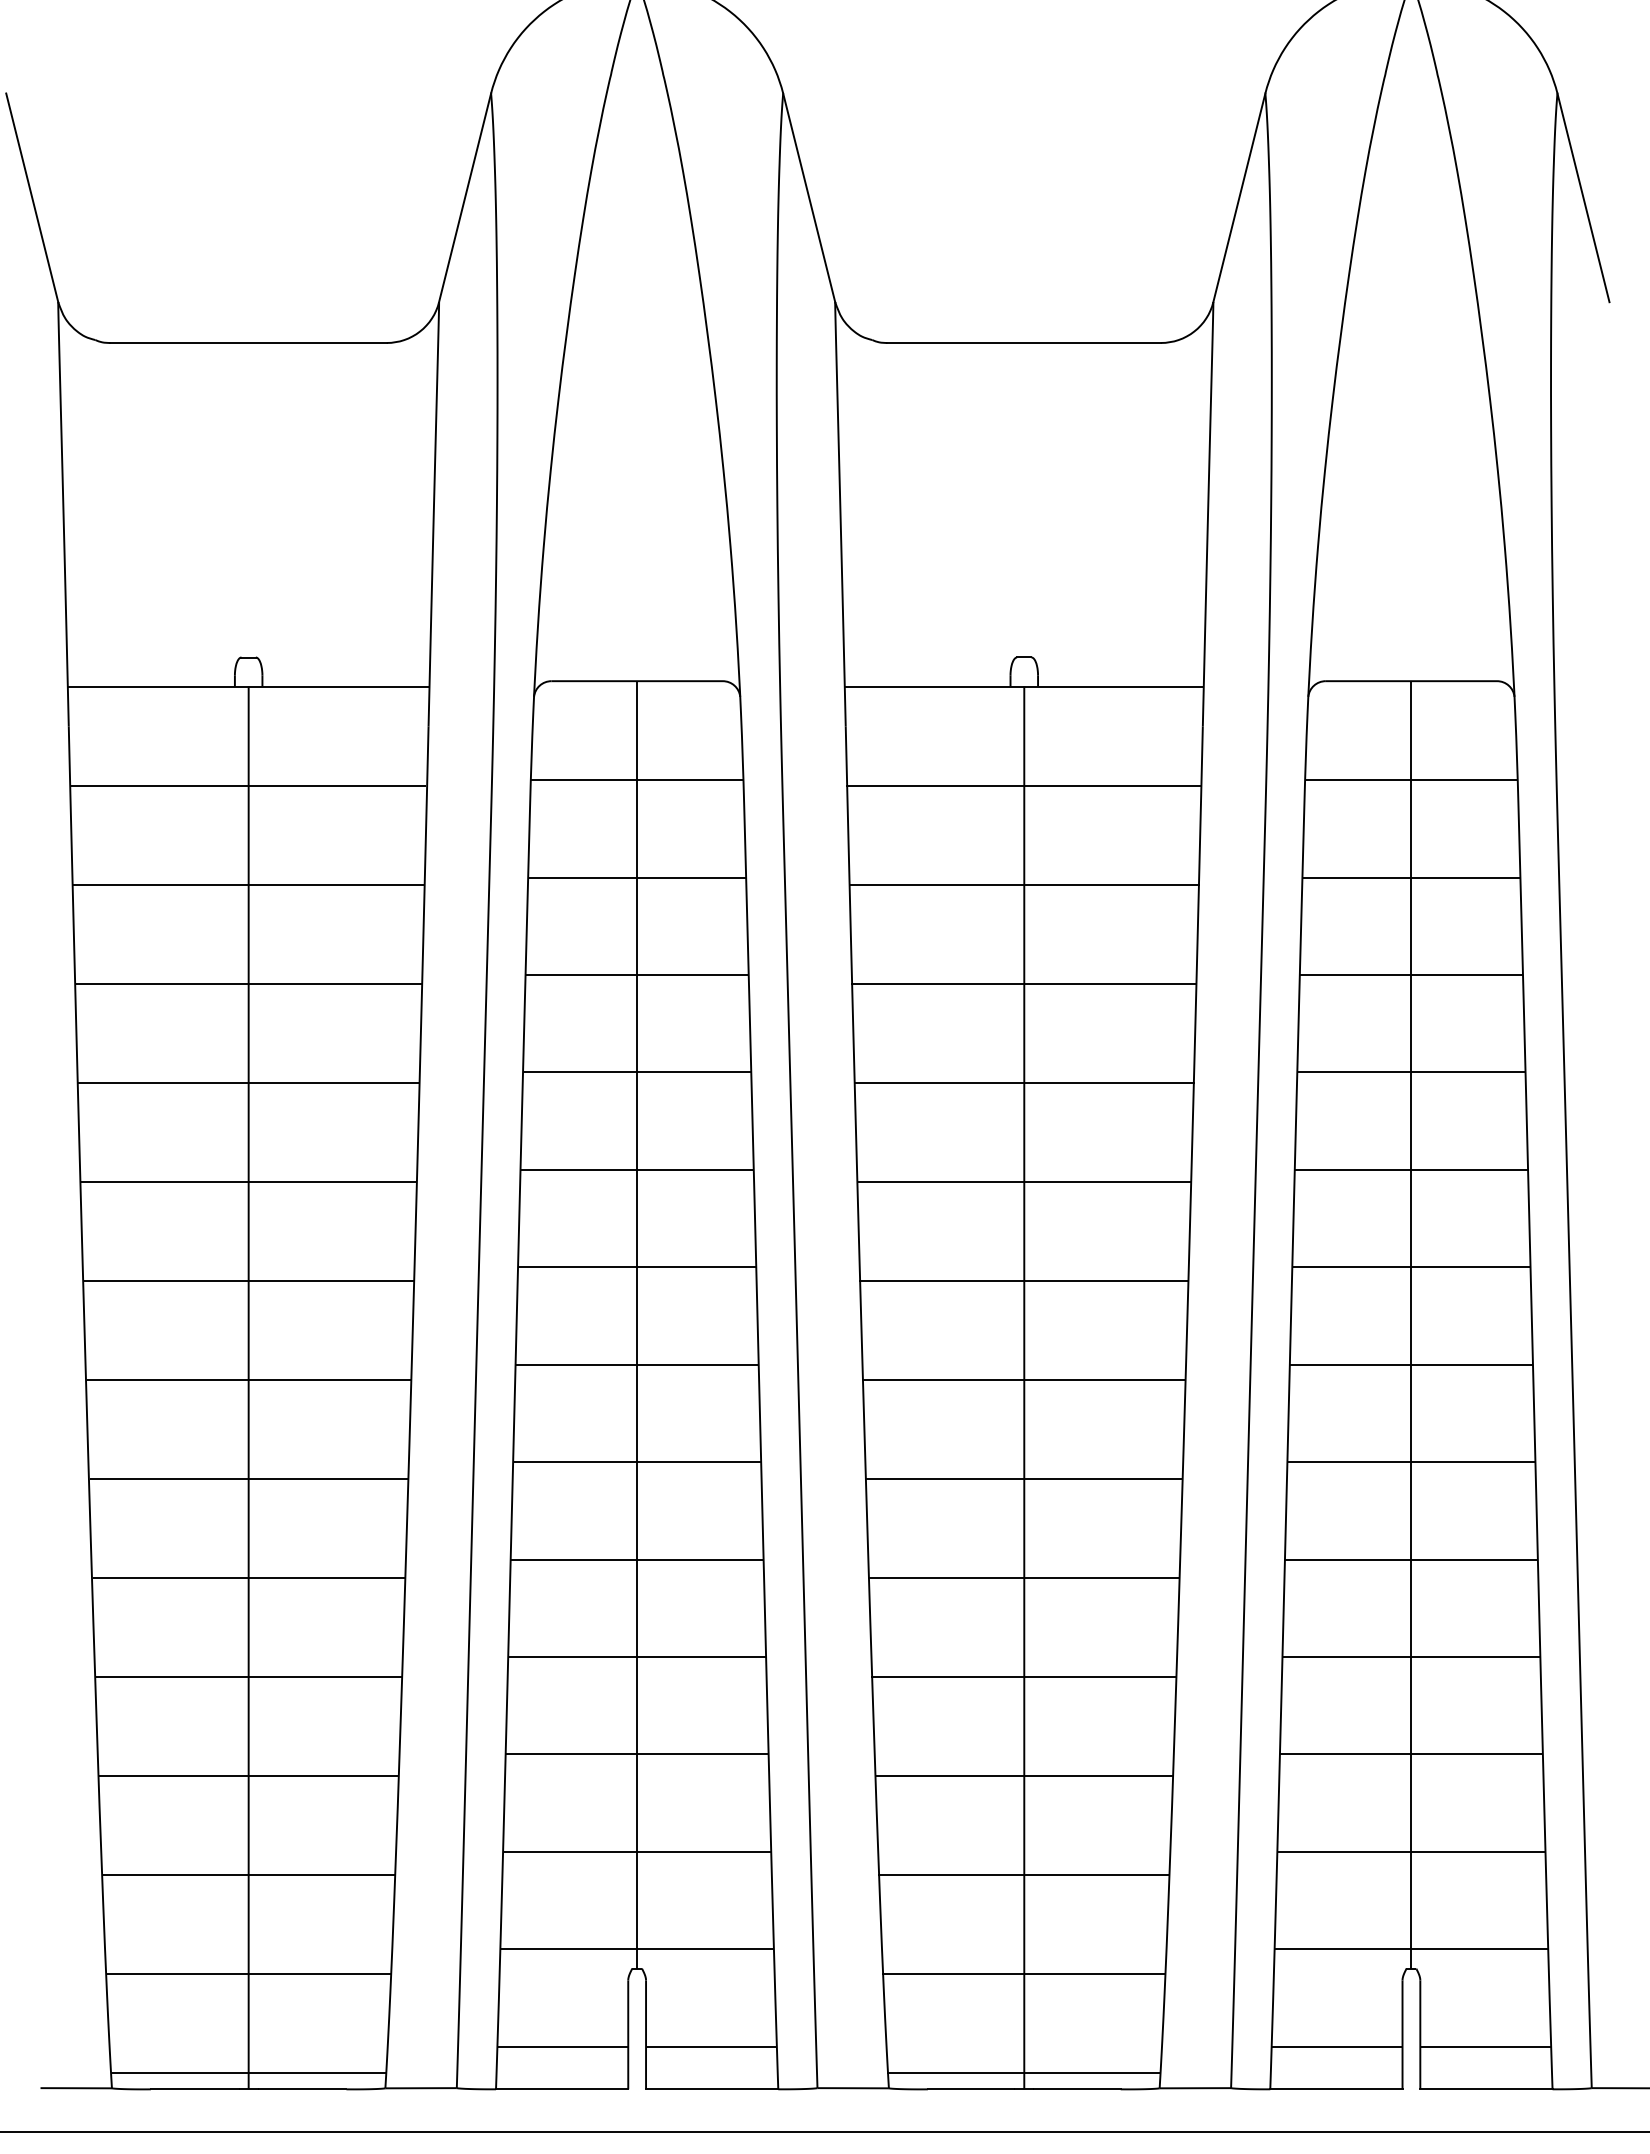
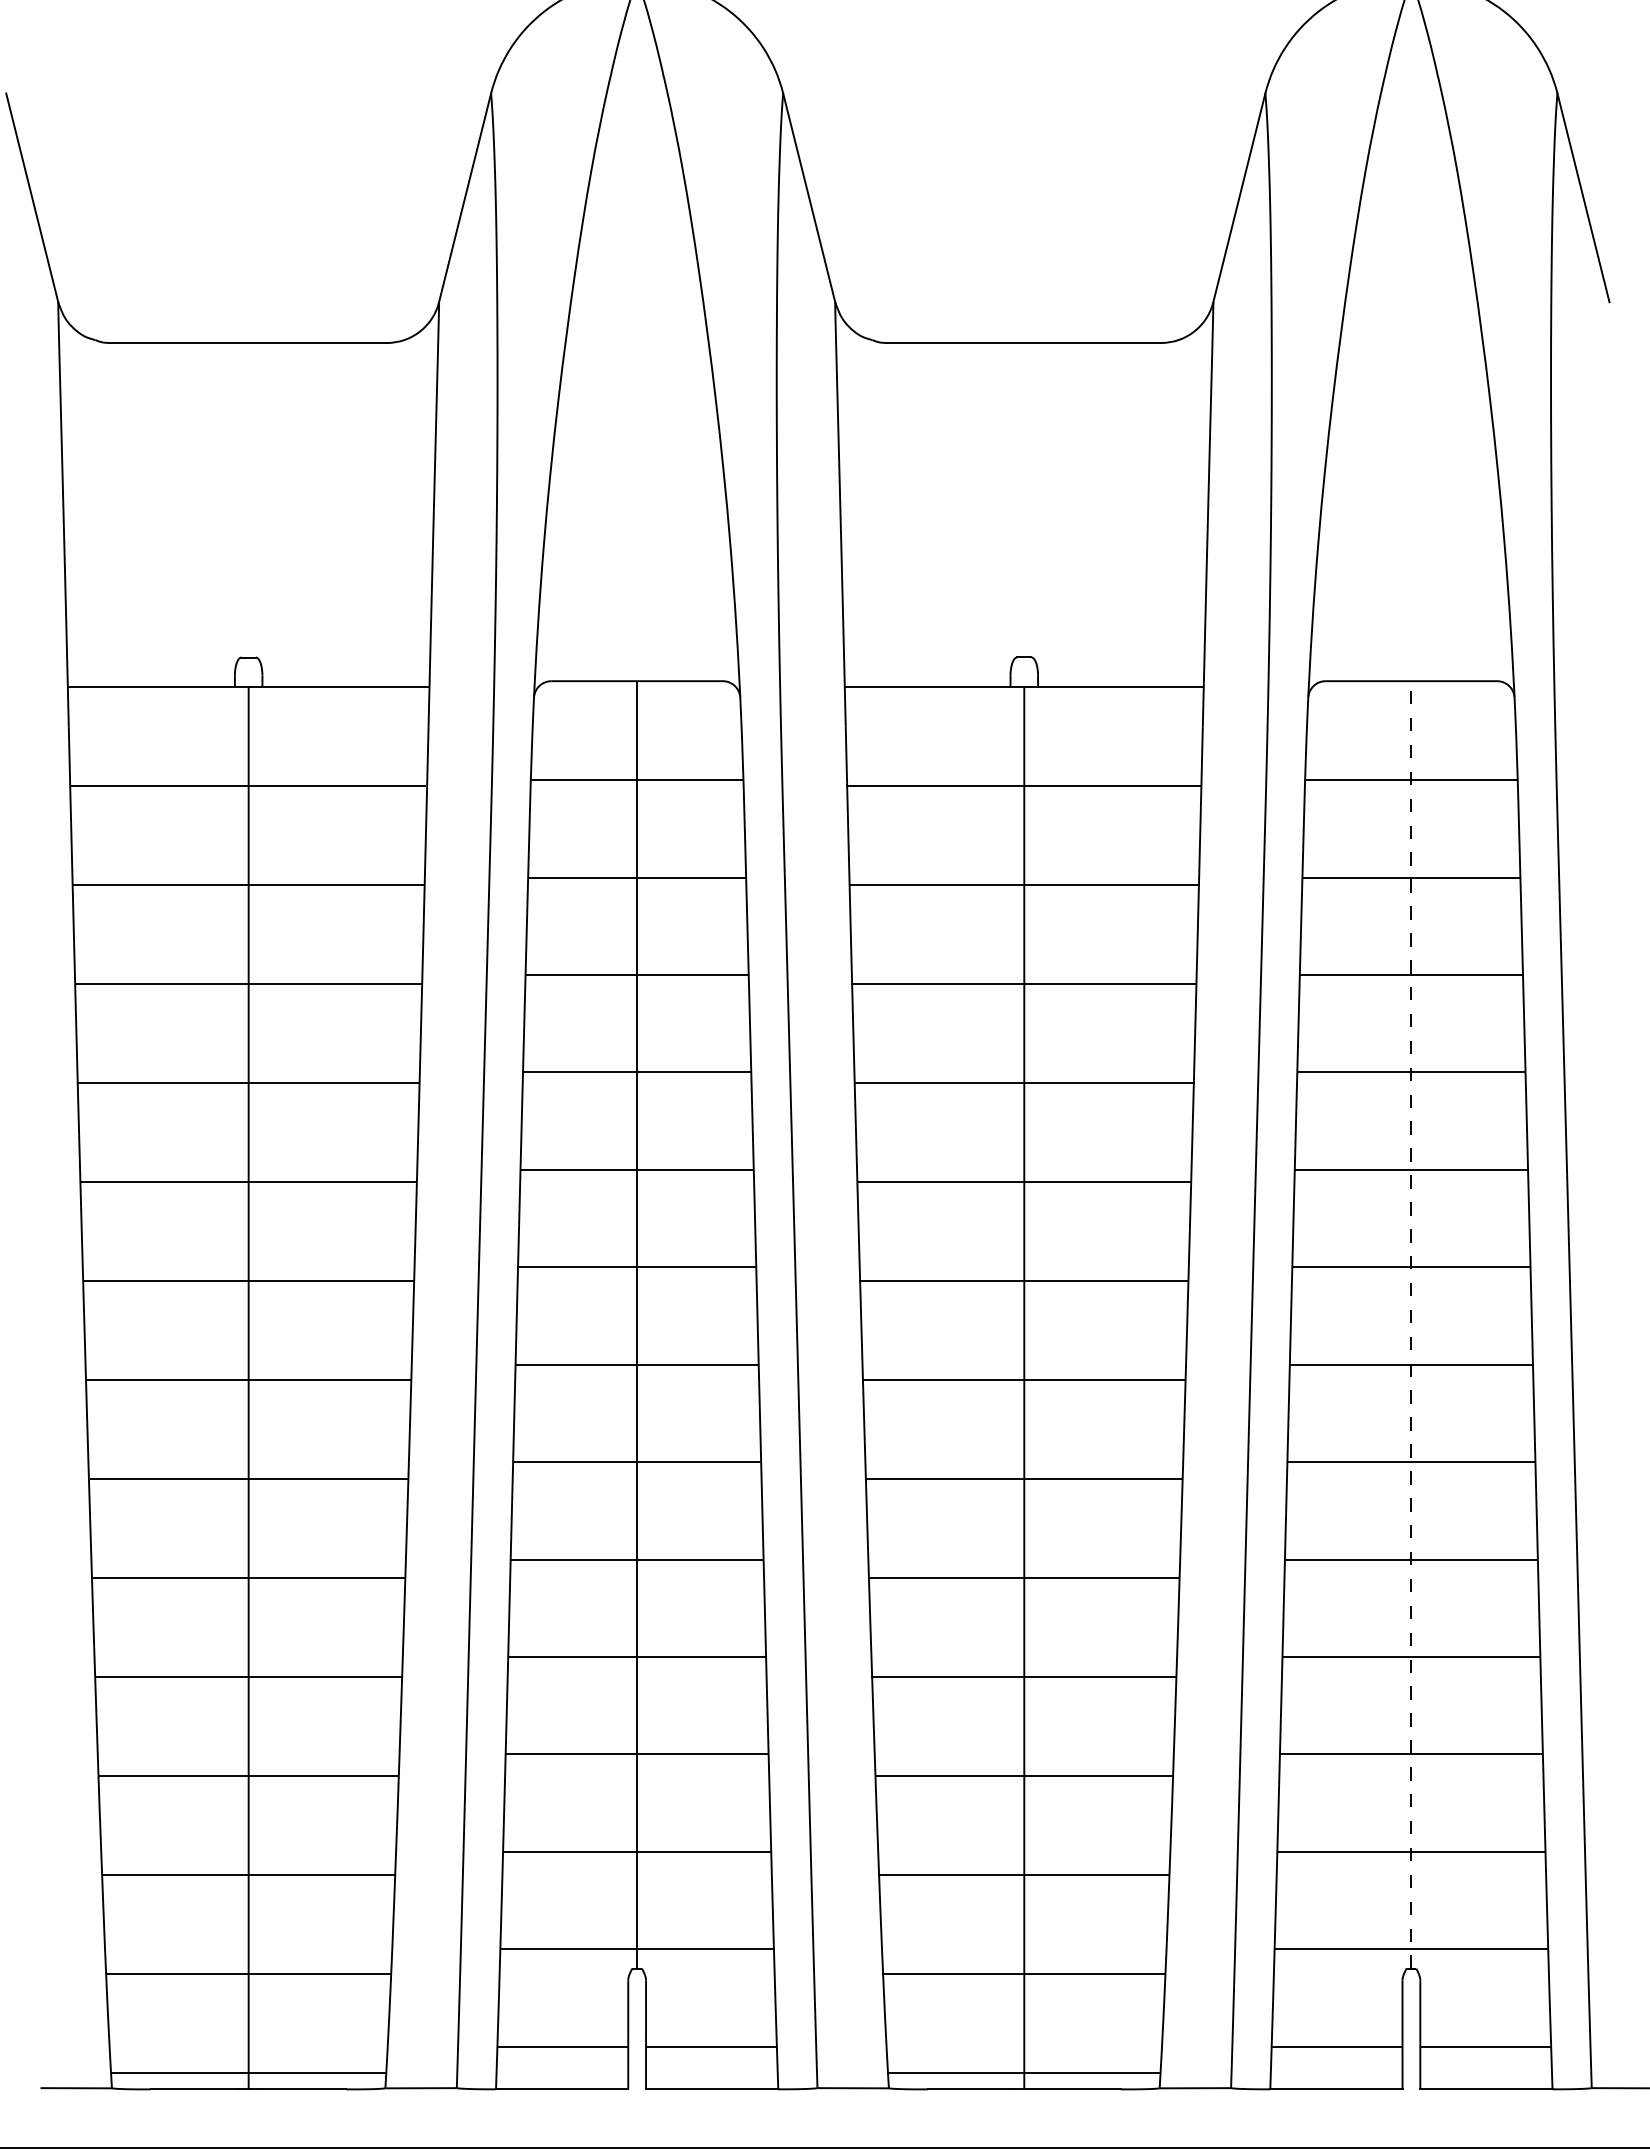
line at (1411, 1325): solid -> dashed
line at (824, 2131) position: (824, 2131) -> (824, 2147)
